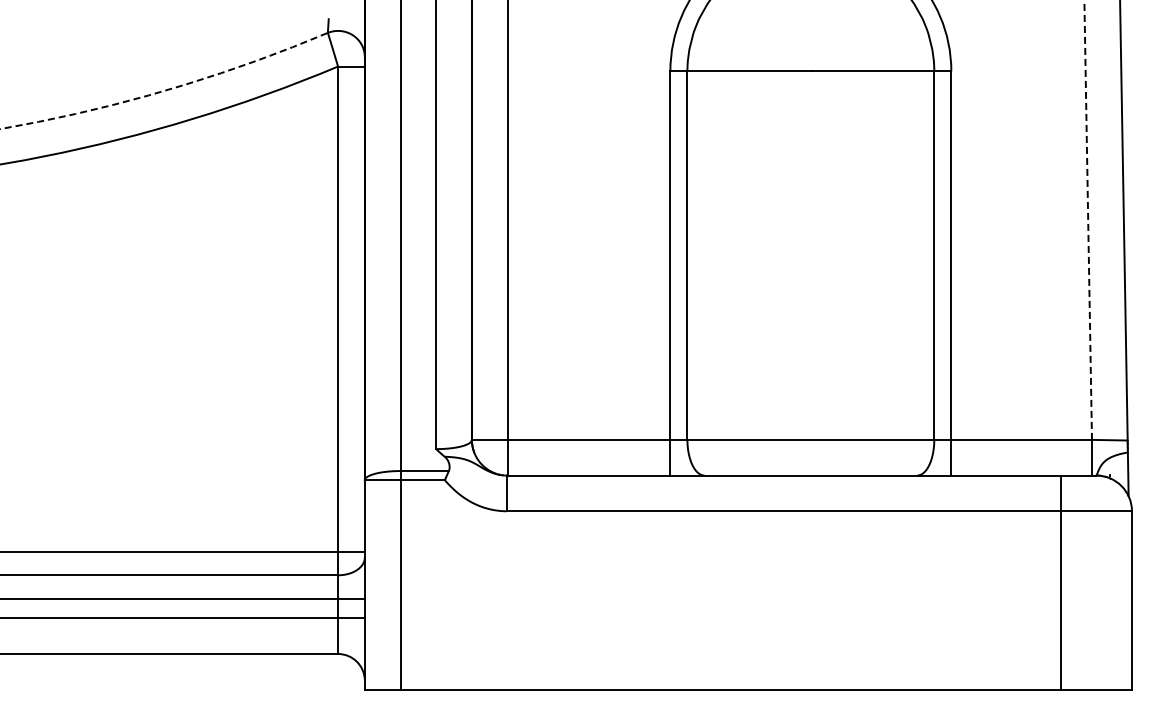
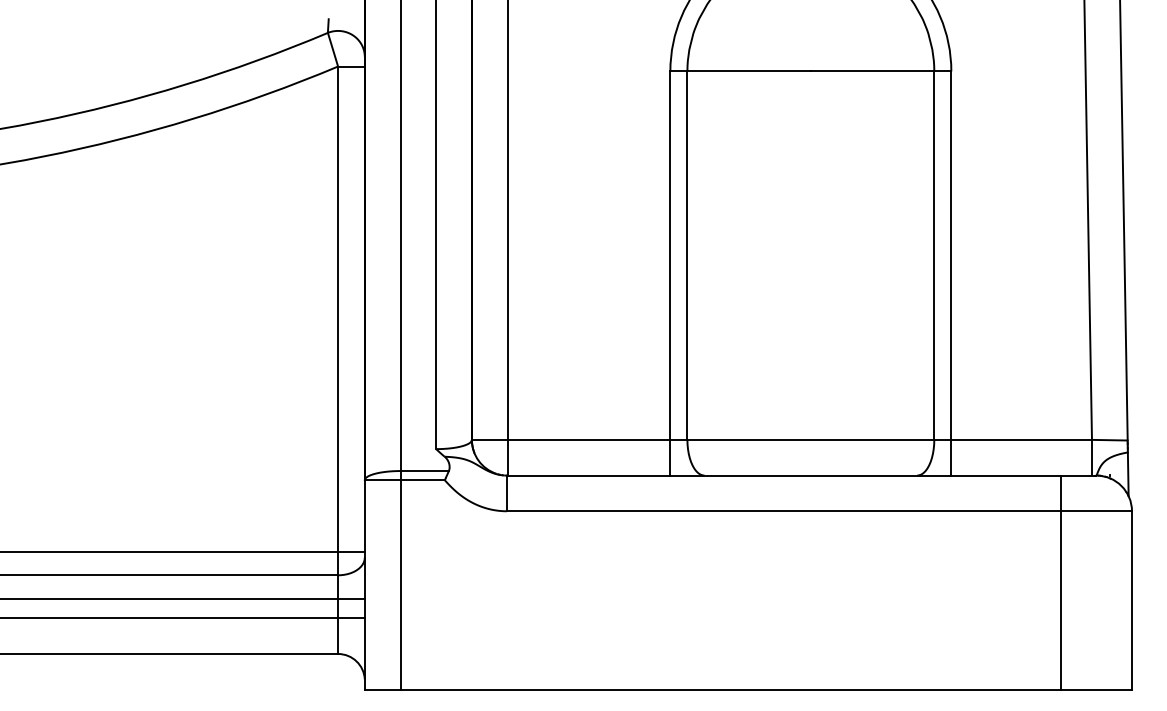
arc at (166, 90): dashed -> solid
line at (1088, 220): dashed -> solid
